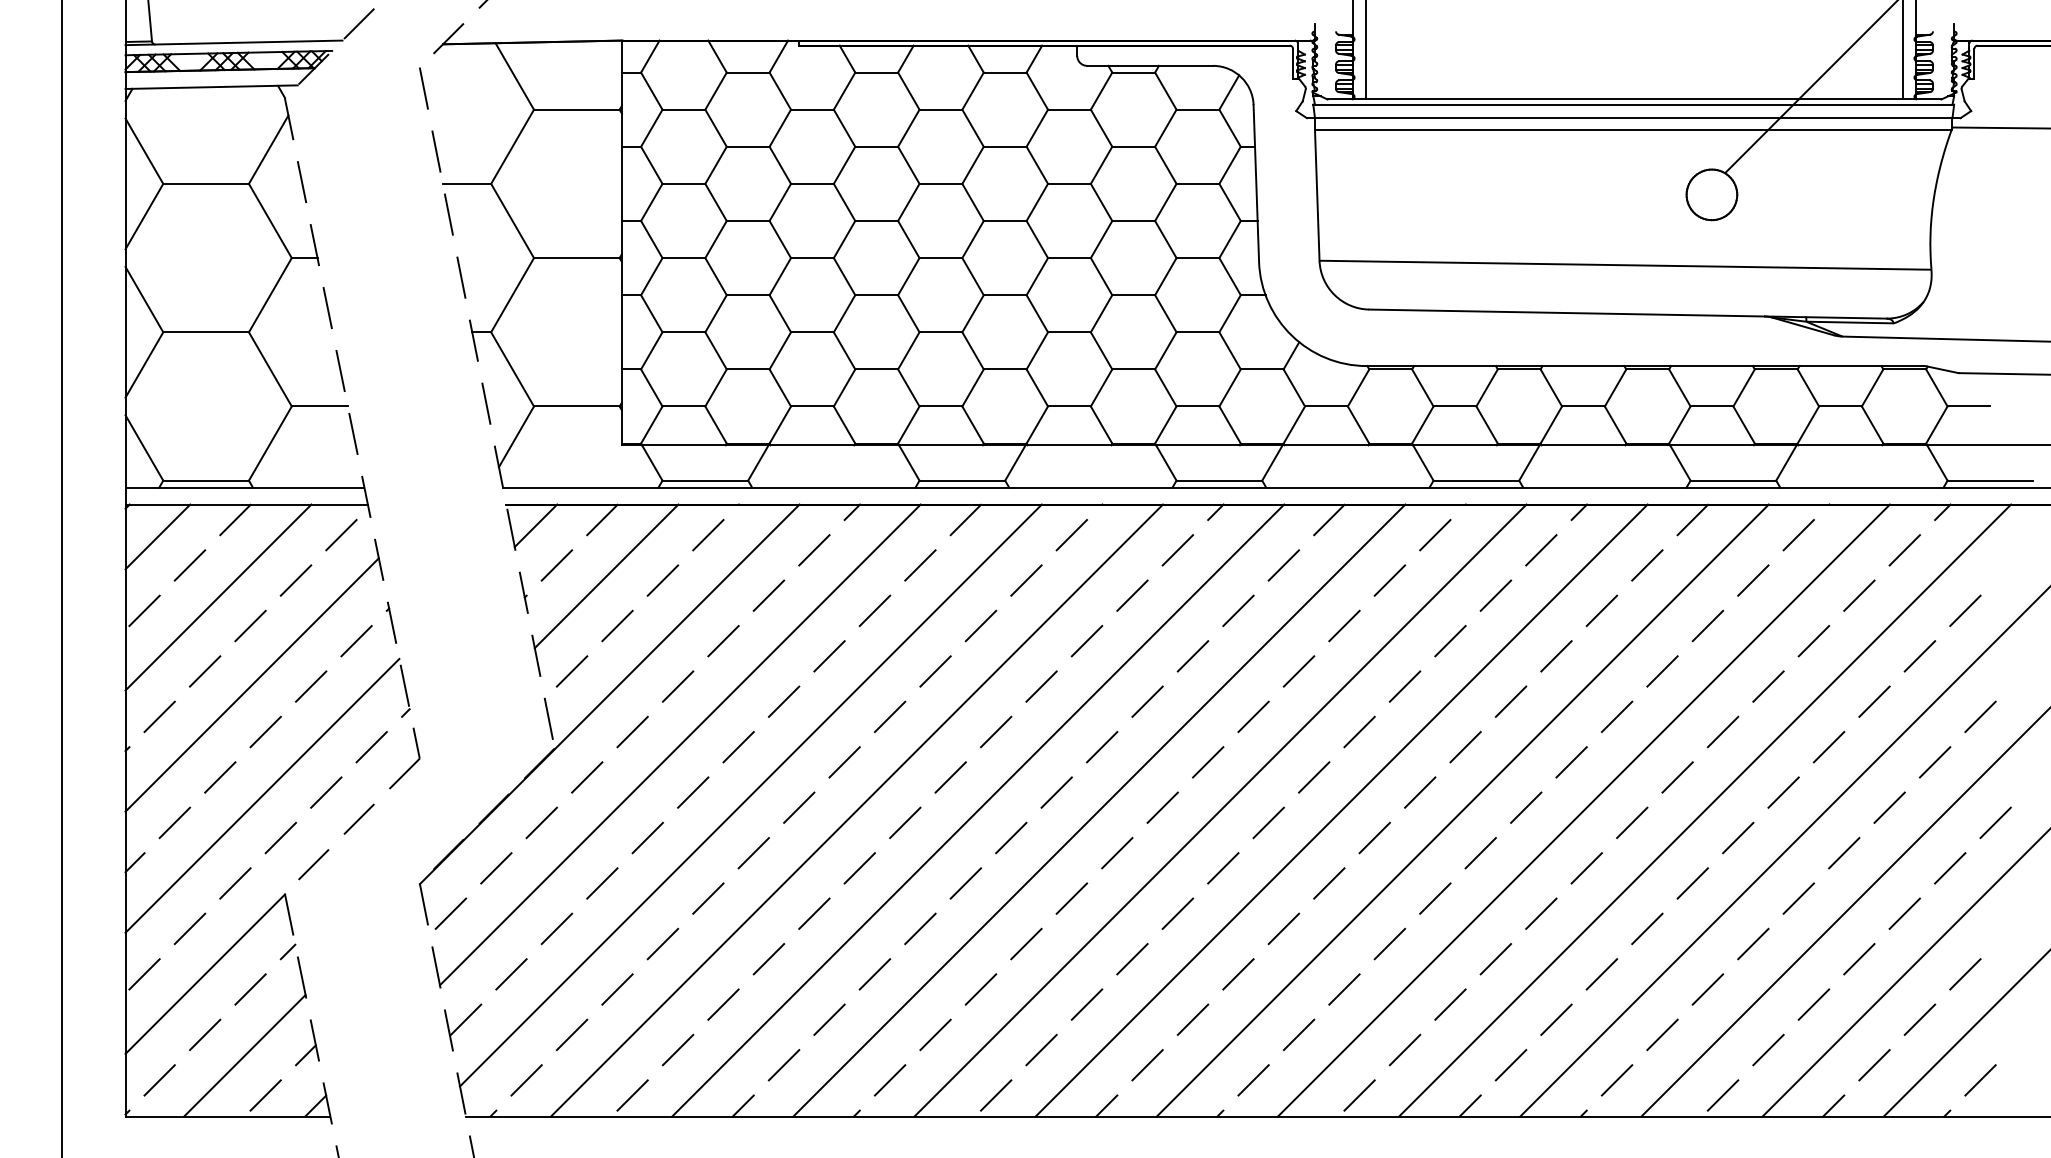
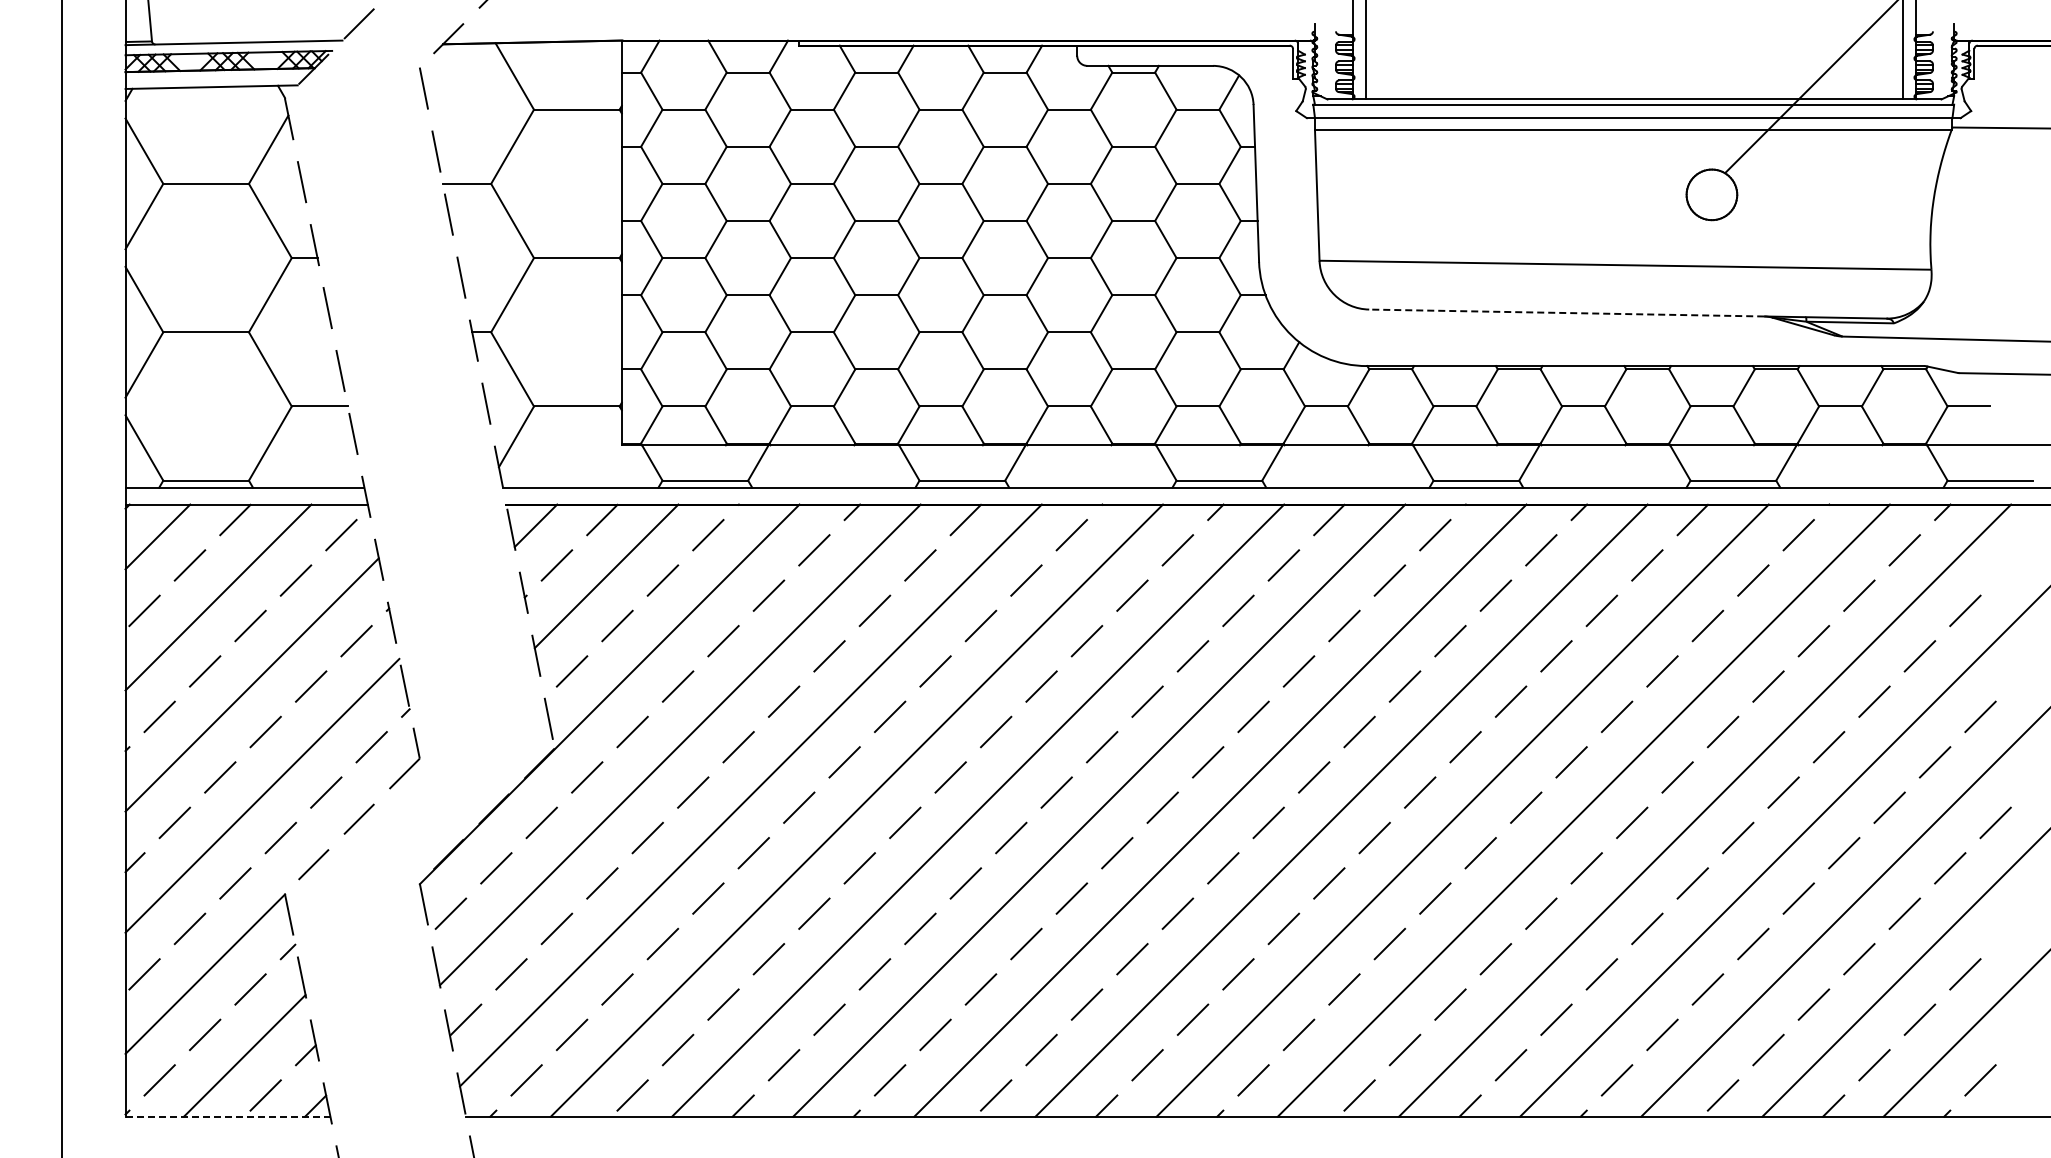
line at (1566, 313): solid -> dashed
line at (228, 1116): solid -> dashed
